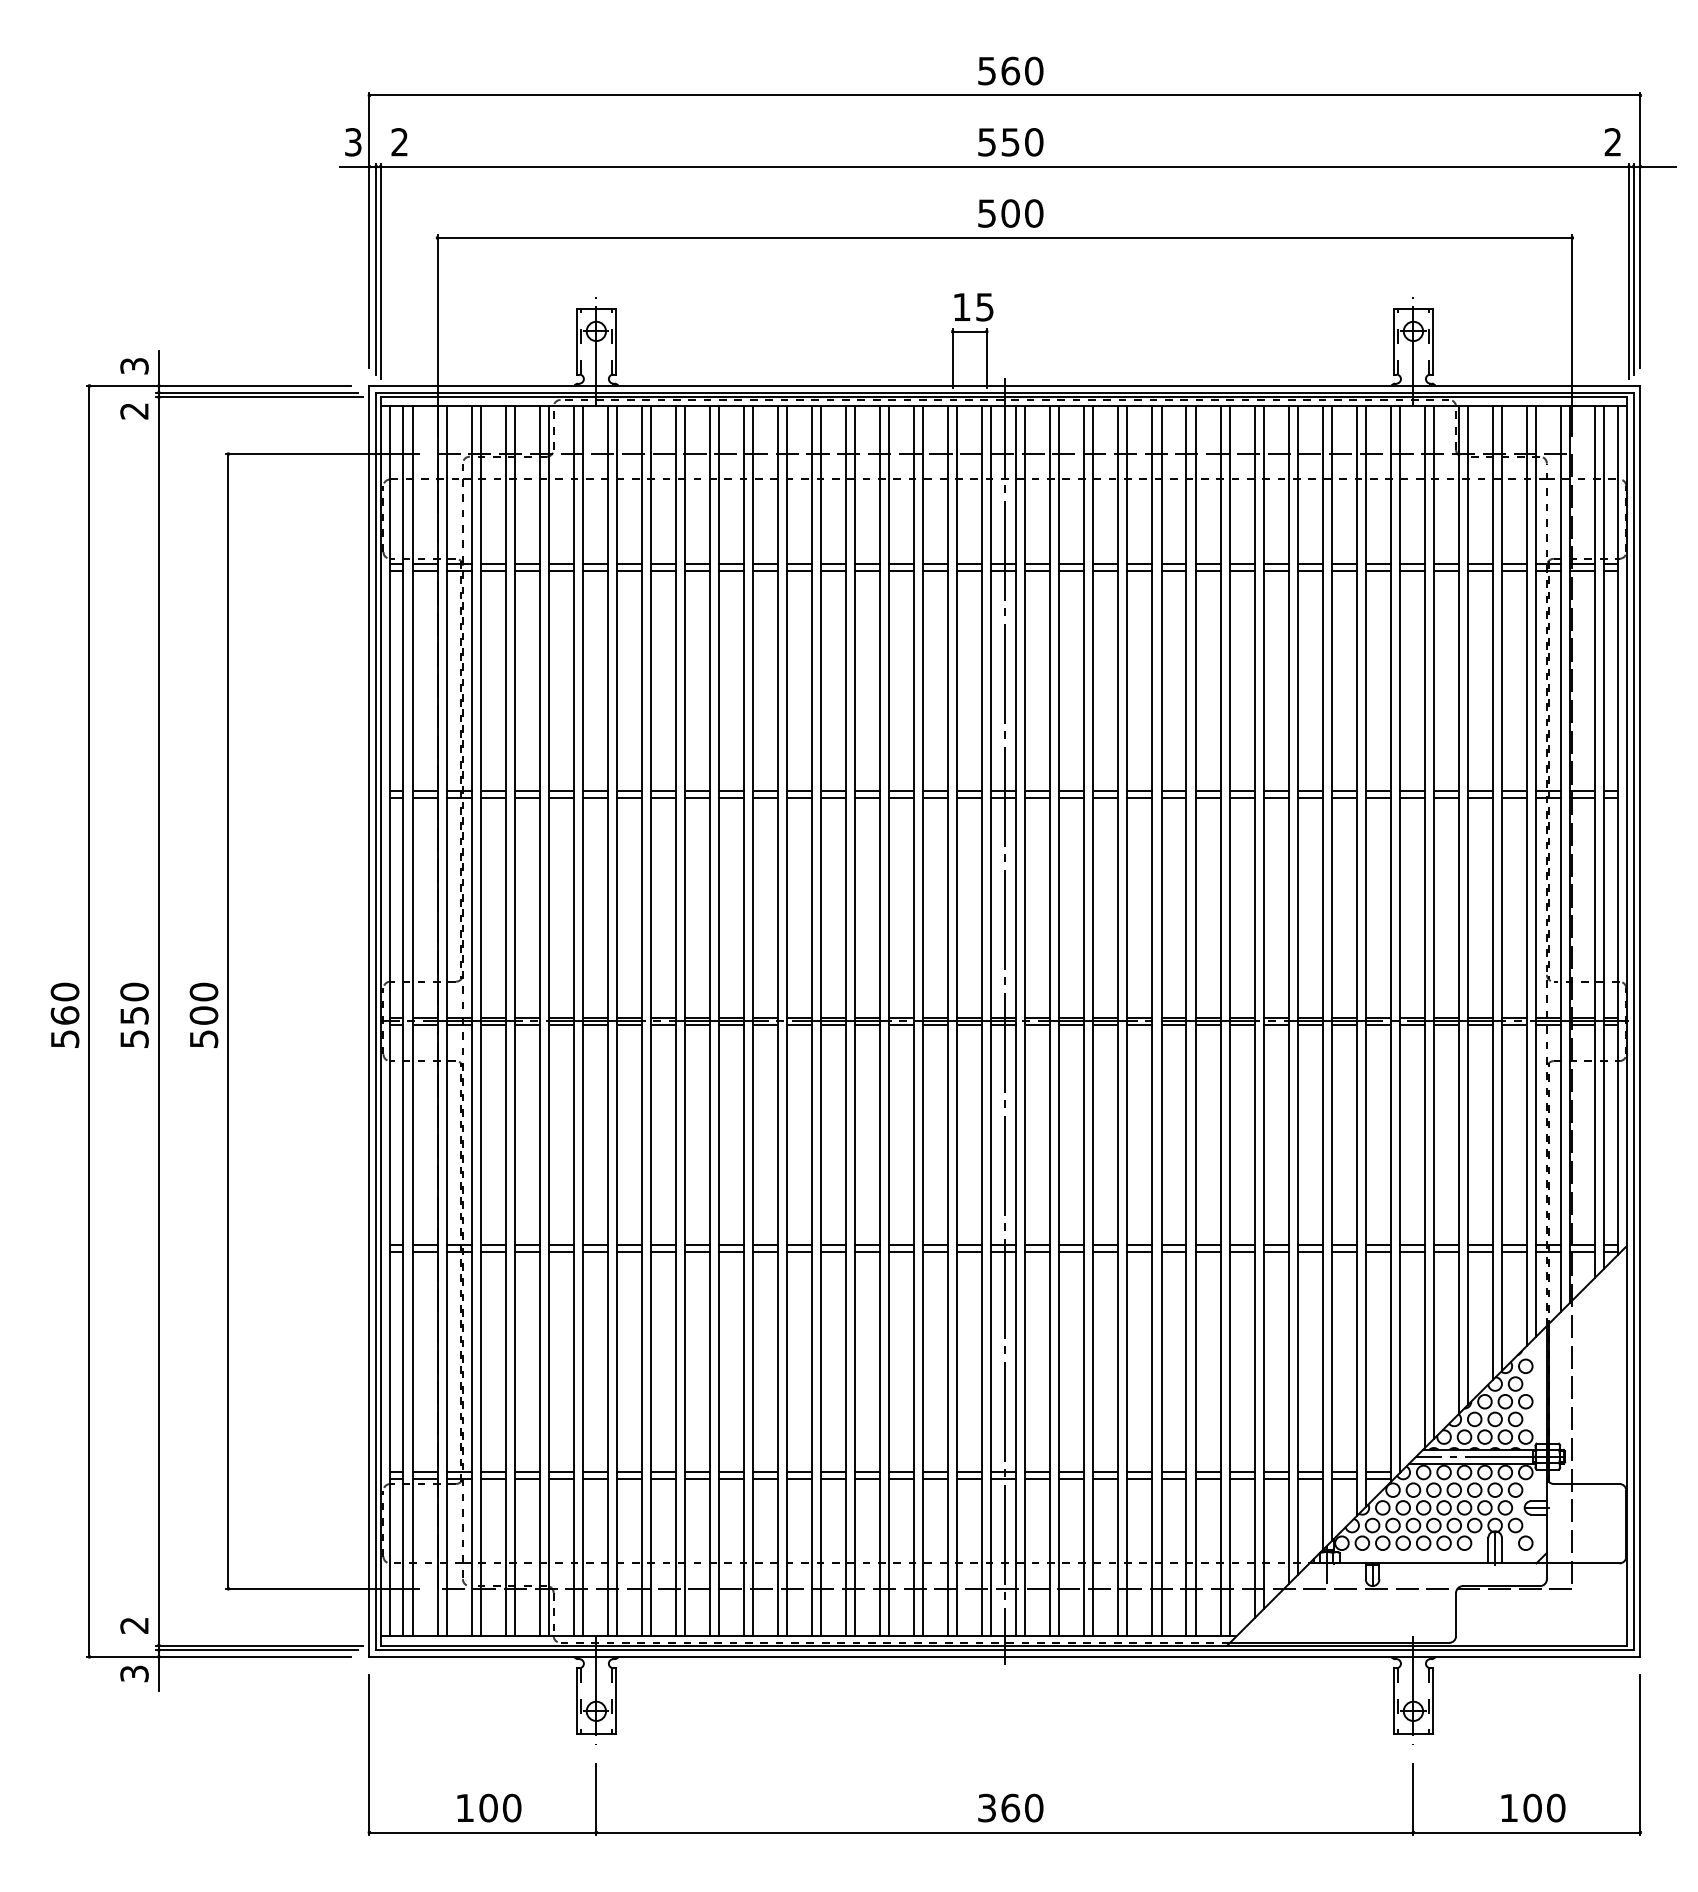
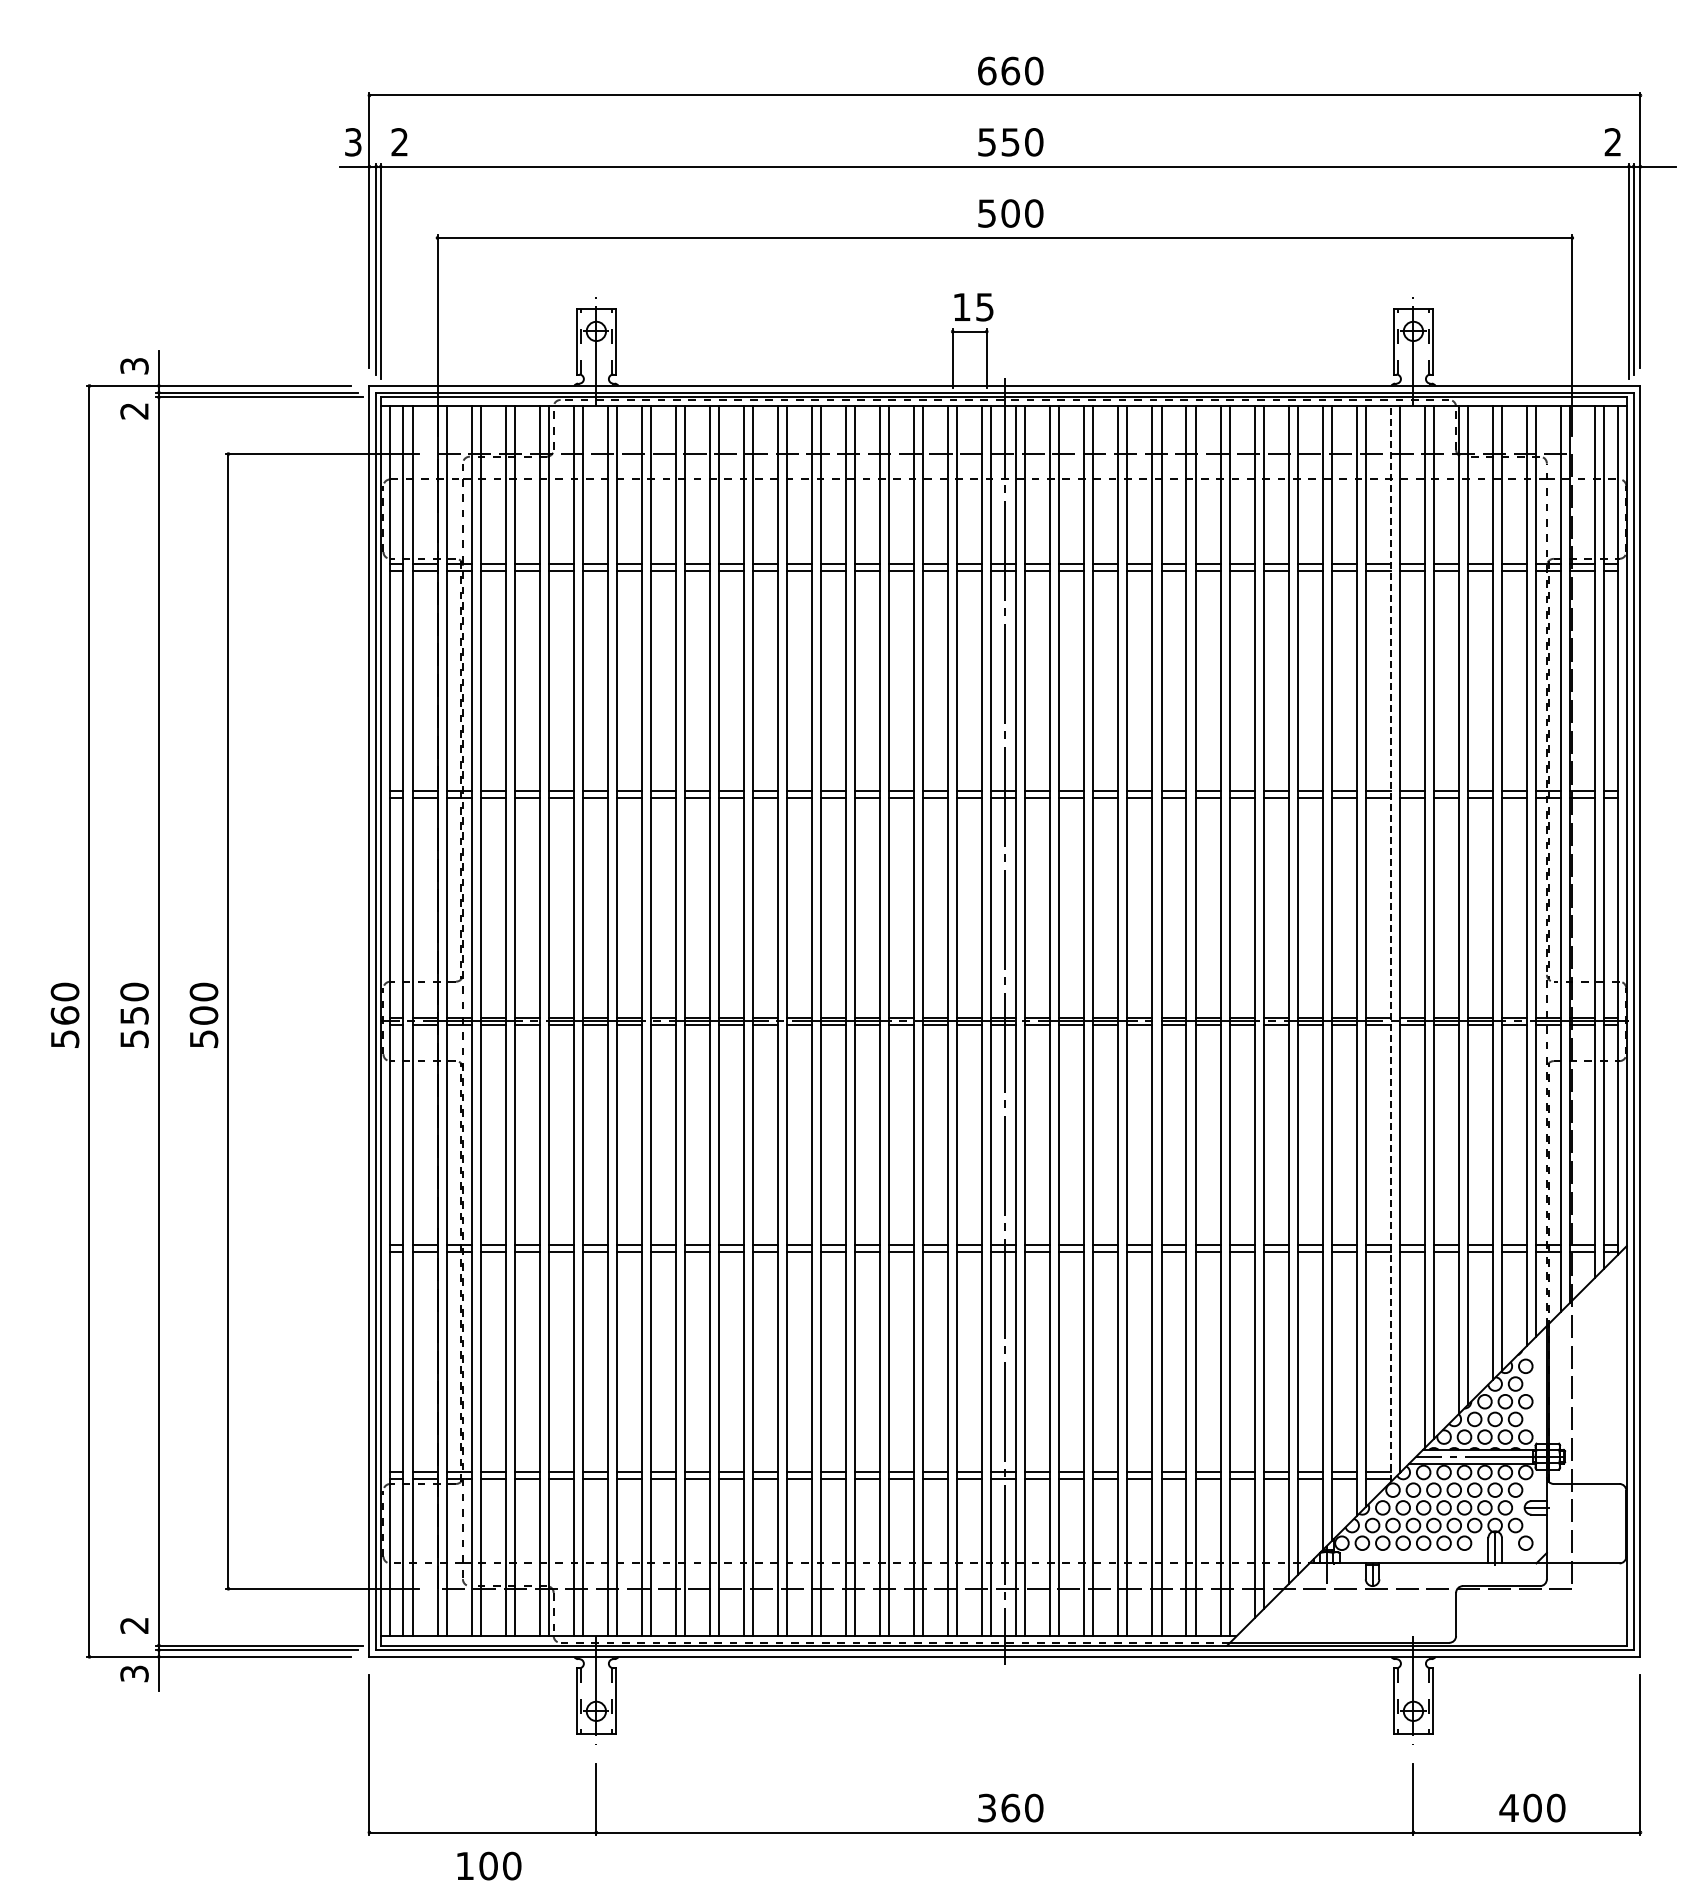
text at (987, 70): 560 -> 660
line at (1390, 944): solid -> dashed
text at (489, 1807) position: (489, 1807) -> (489, 1865)
text at (1508, 1807): 100 -> 400
